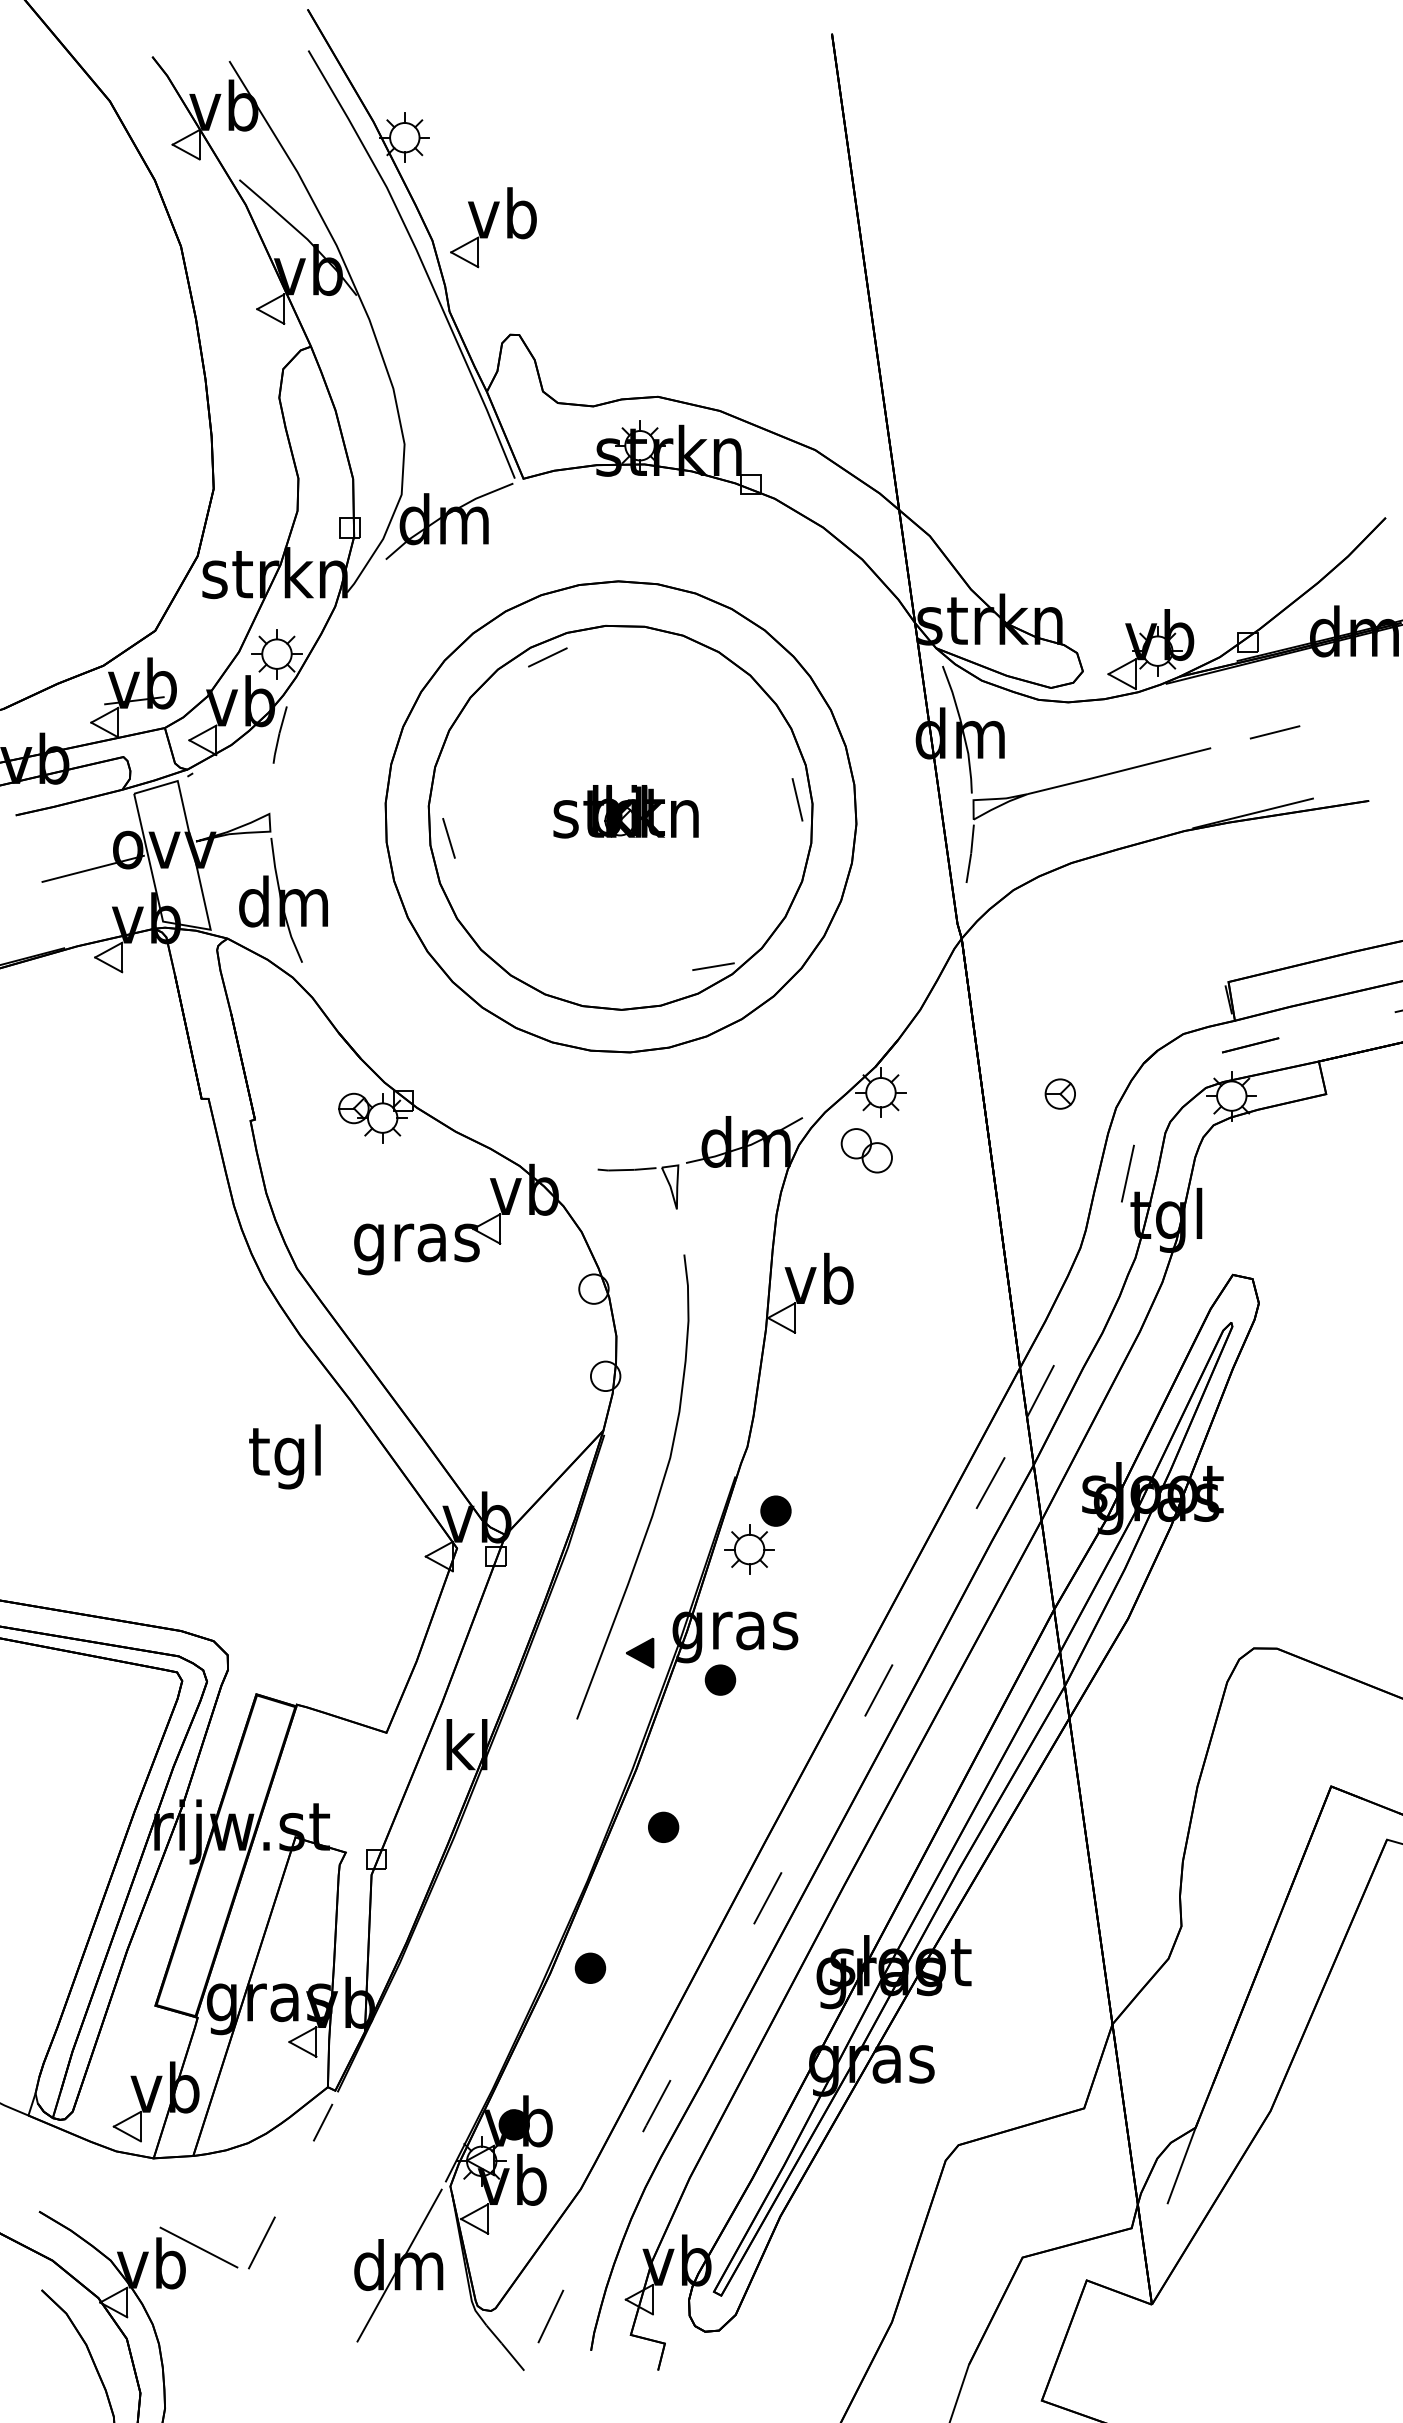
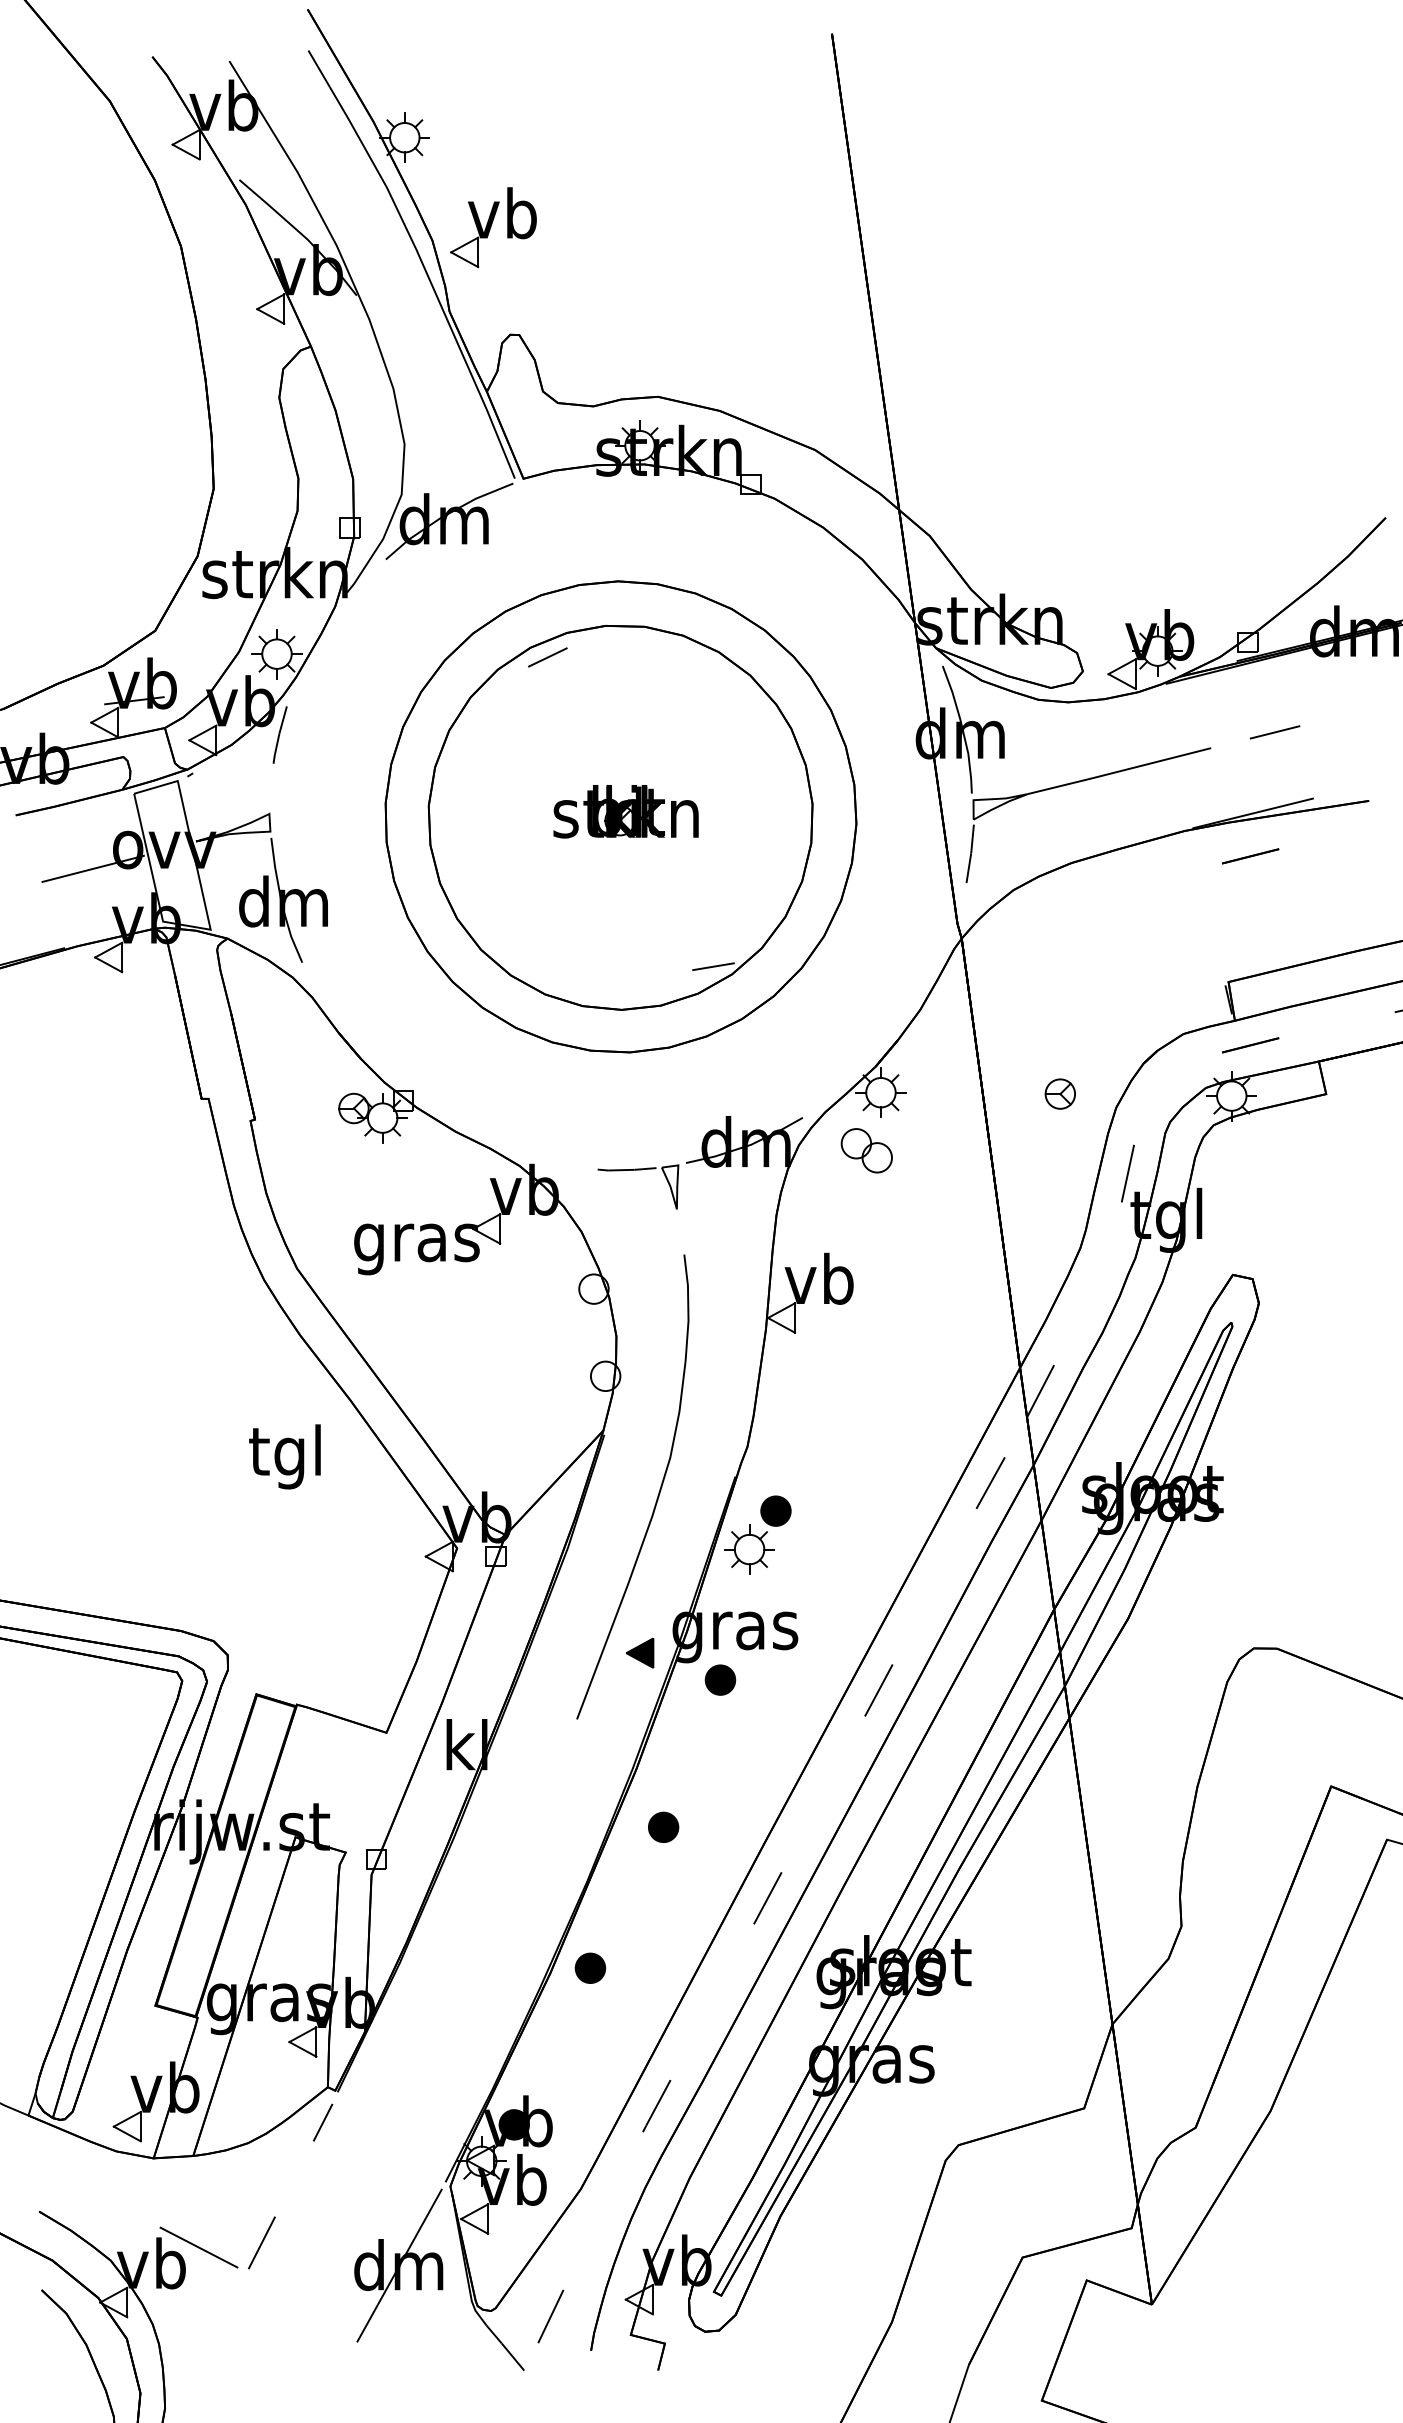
line at (797, 799): present -> none
line at (448, 838): present -> none
line at (1250, 856): none -> present
line at (1181, 2165): present -> none
